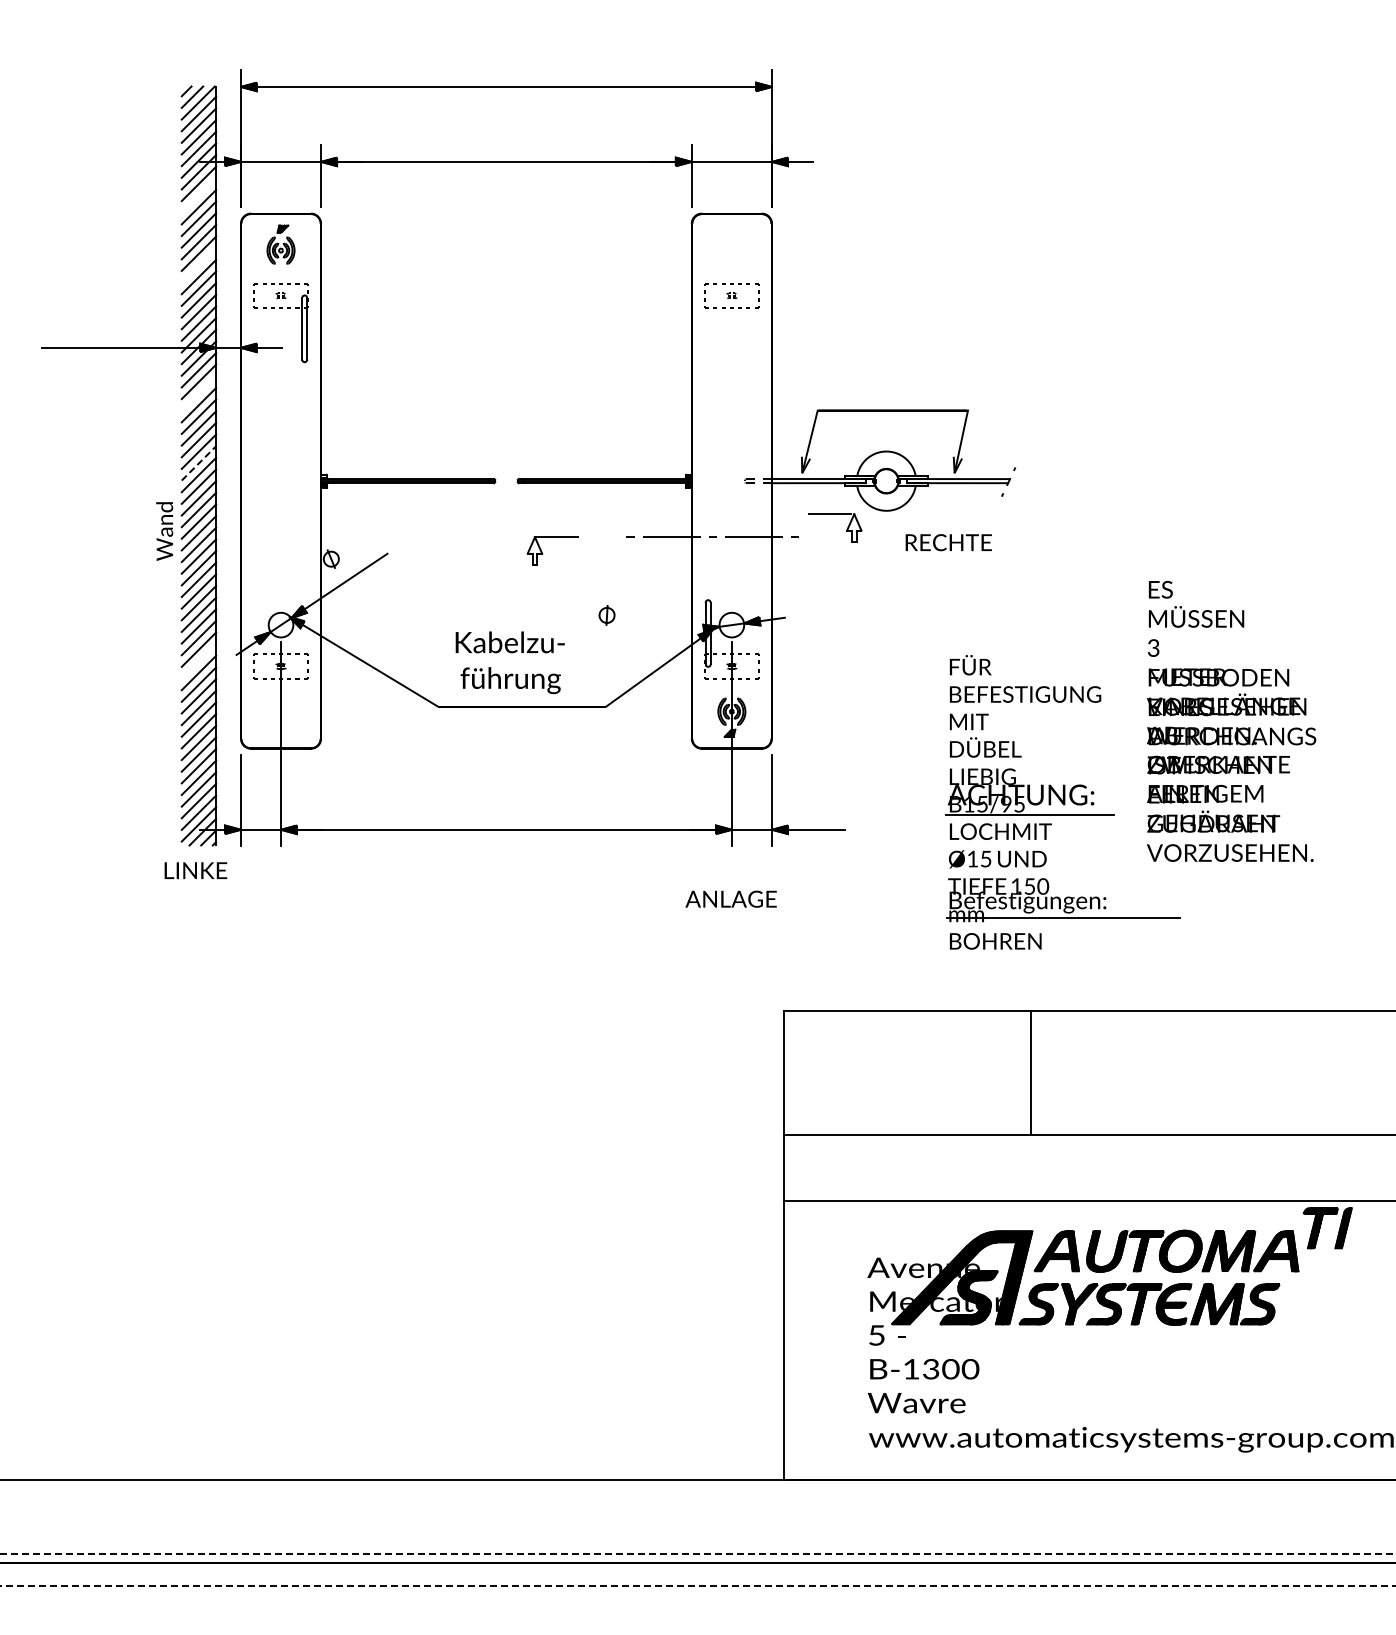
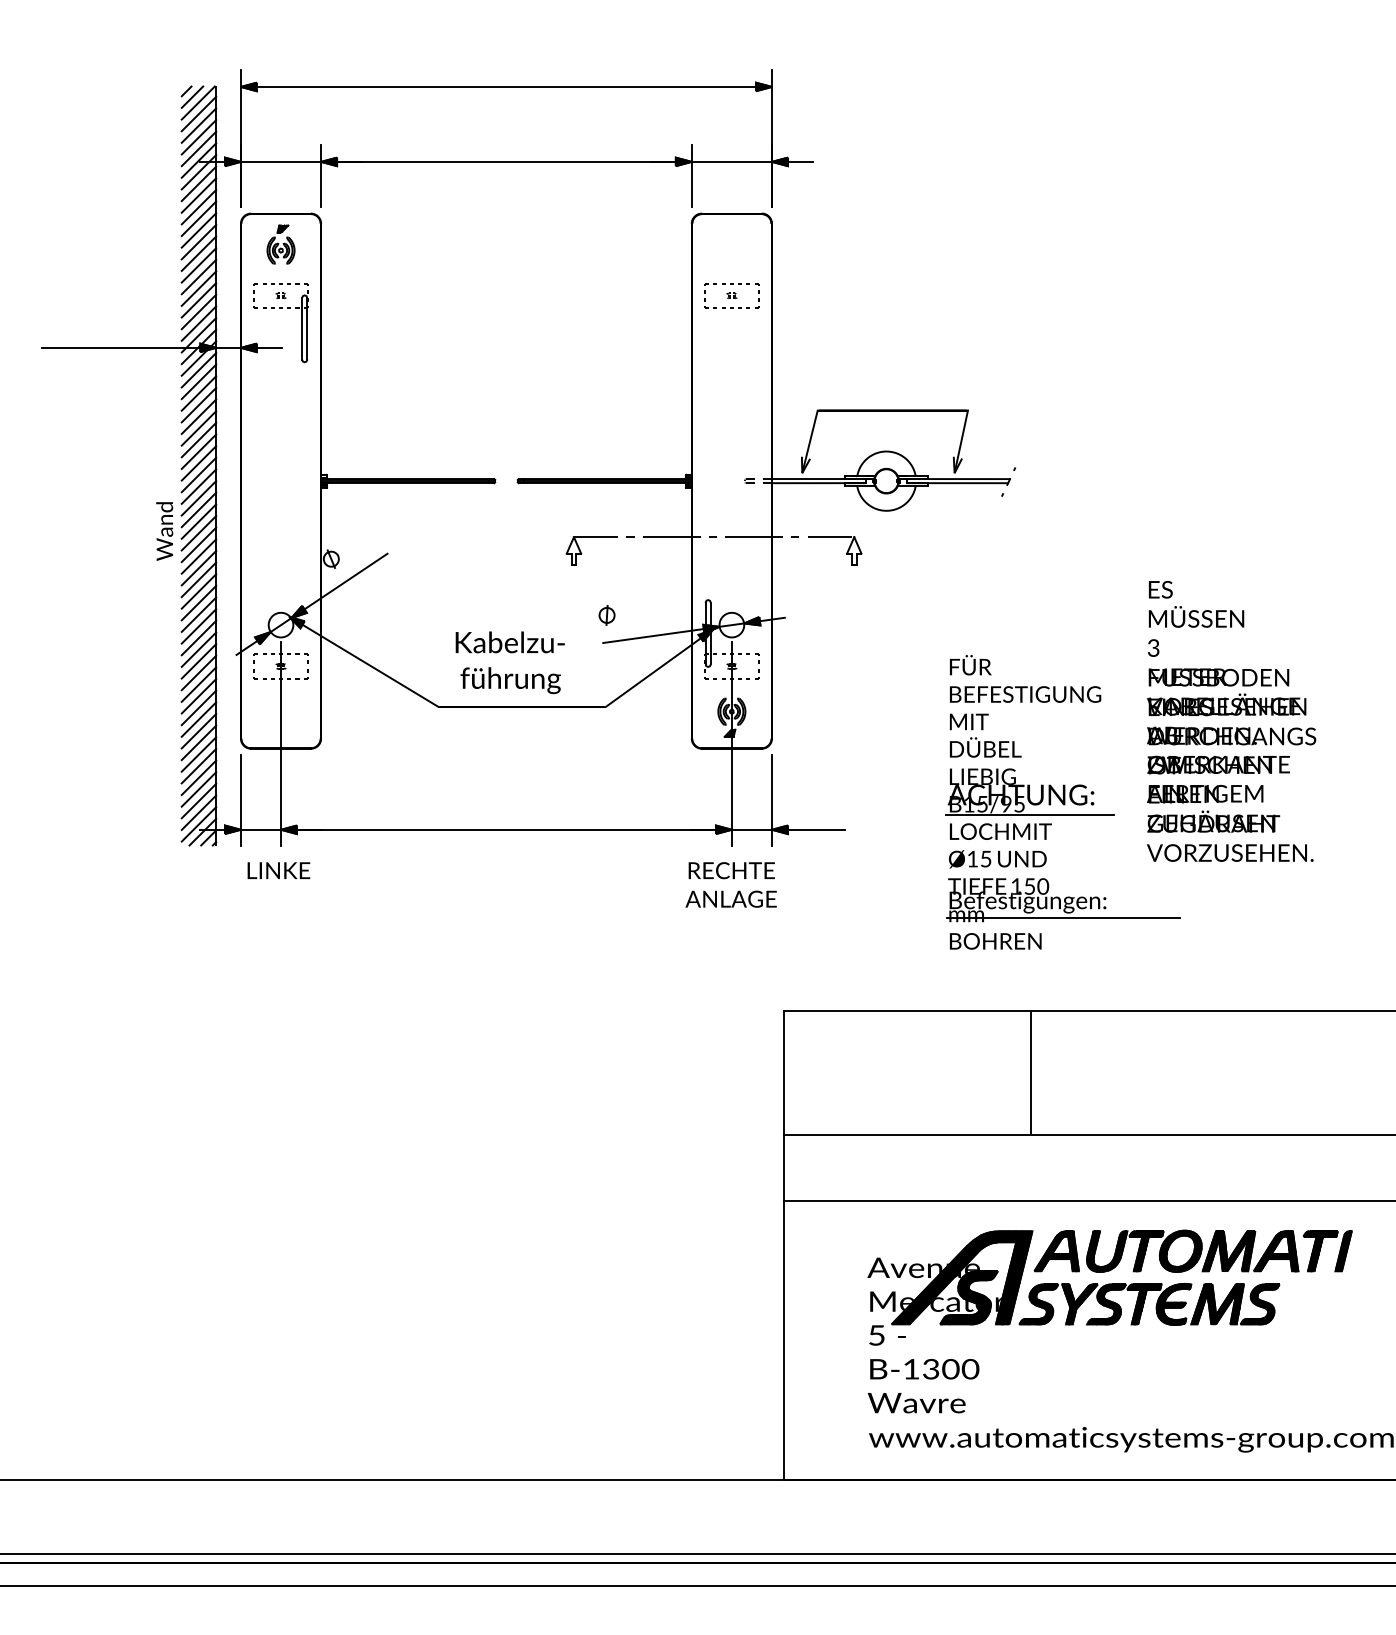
line at (198, 195): none -> present
line at (198, 265): none -> present
line at (198, 393): none -> present
line at (199, 463): dashed -> solid
part at (846, 529) position: (846, 529) -> (846, 552)
text at (948, 542) position: (948, 542) -> (731, 870)
part at (543, 553) position: (543, 553) -> (582, 553)
line at (653, 635): none -> present
line at (198, 661): none -> present
text at (195, 870) position: (195, 870) -> (278, 870)
part at (1321, 1225) position: (1321, 1225) -> (1321, 1248)
line at (698, 1553): dashed -> solid
line at (698, 1585): dashed -> solid
